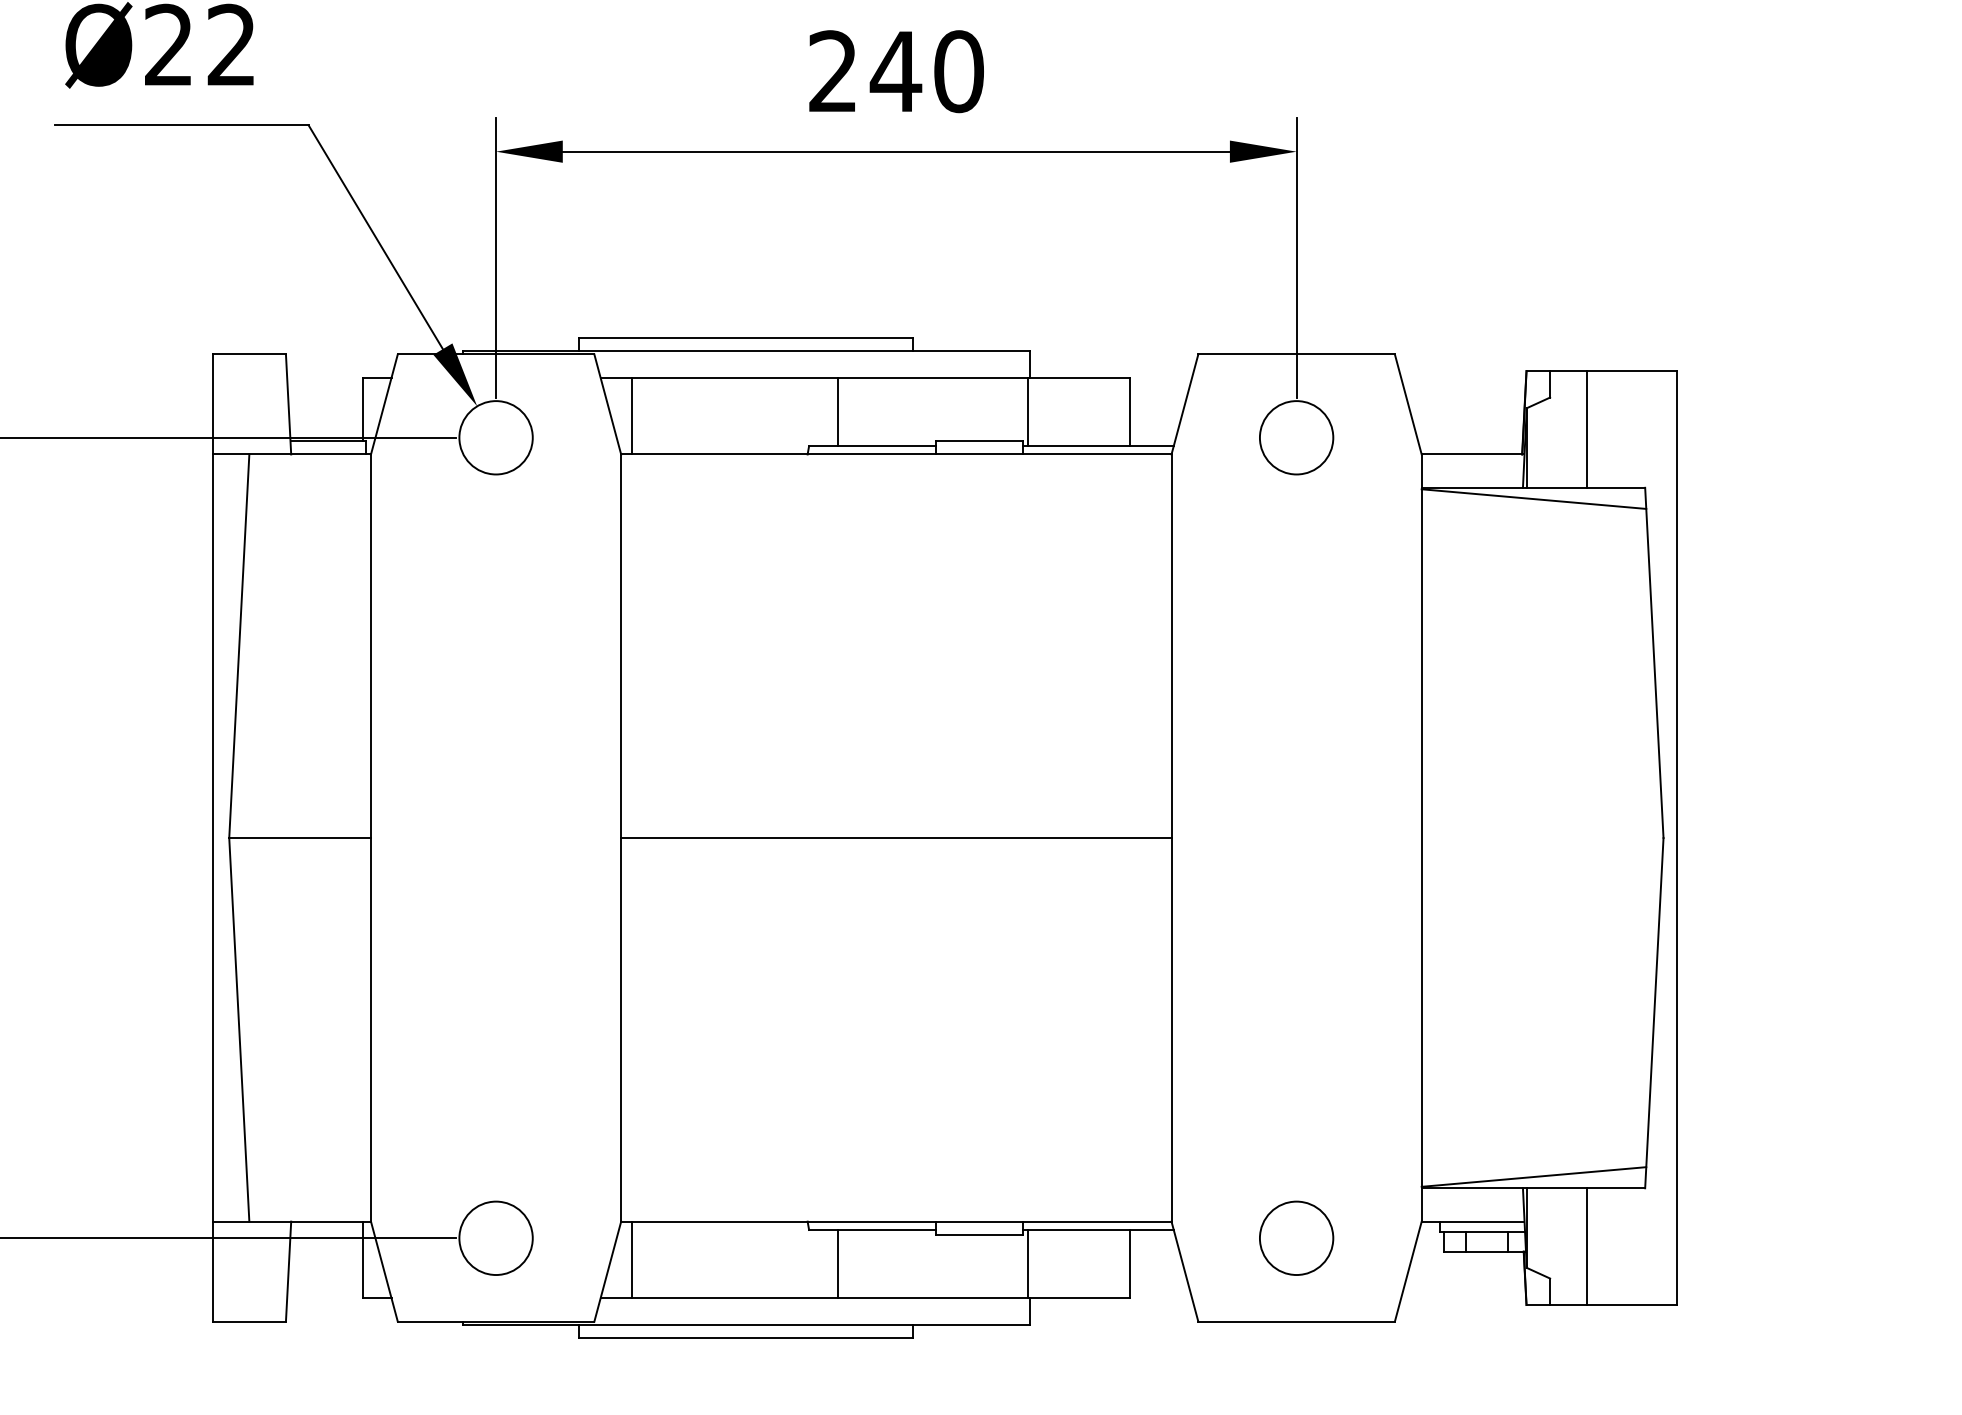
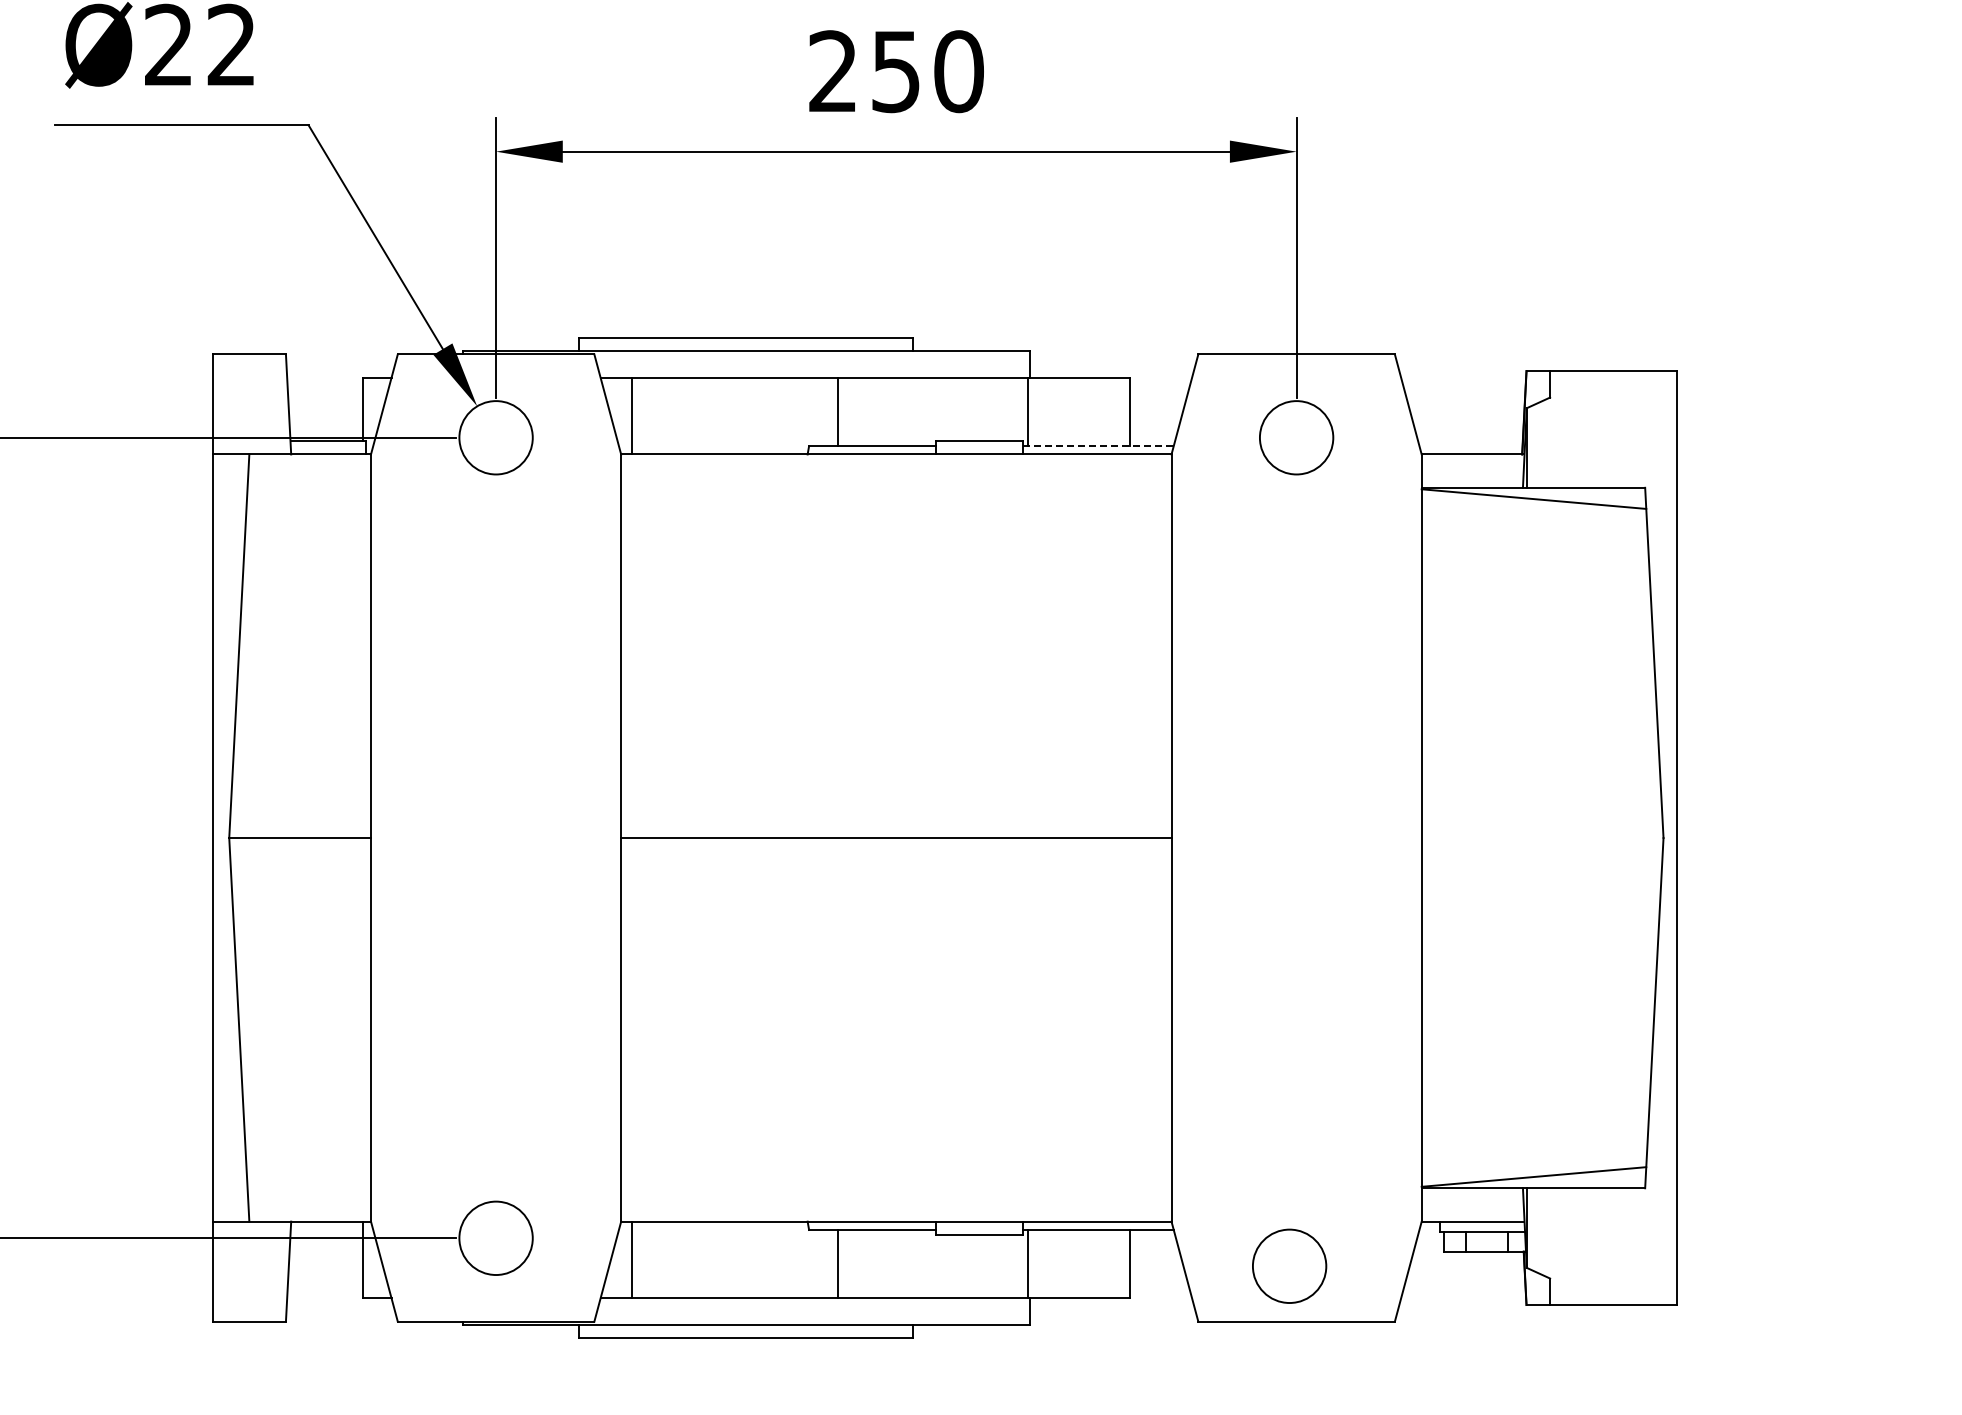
text at (895, 72): 240 -> 250
line at (1586, 429): present -> none
line at (1098, 446): solid -> dashed
circle at (1296, 1237) position: (1296, 1237) -> (1289, 1265)
line at (1586, 1246): present -> none
